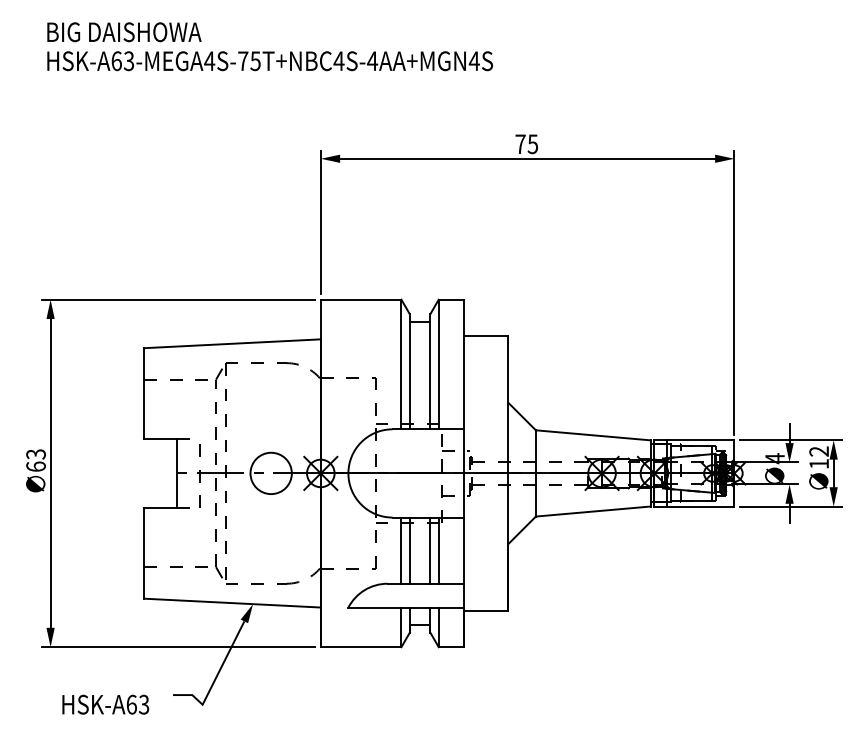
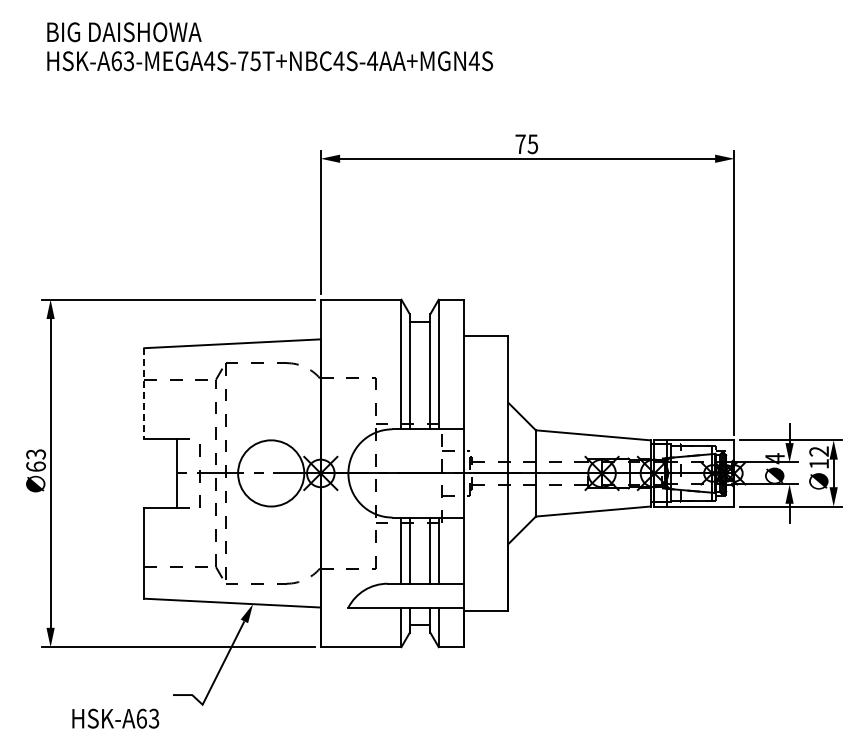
line at (144, 394): solid -> dashed
circle at (270, 473) diameter: 41 px -> 66 px
text at (105, 704) position: (105, 704) -> (115, 718)
